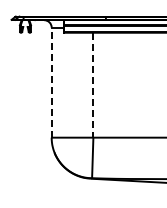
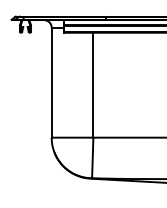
line at (51, 82): dashed -> solid
line at (93, 85): dashed -> solid
